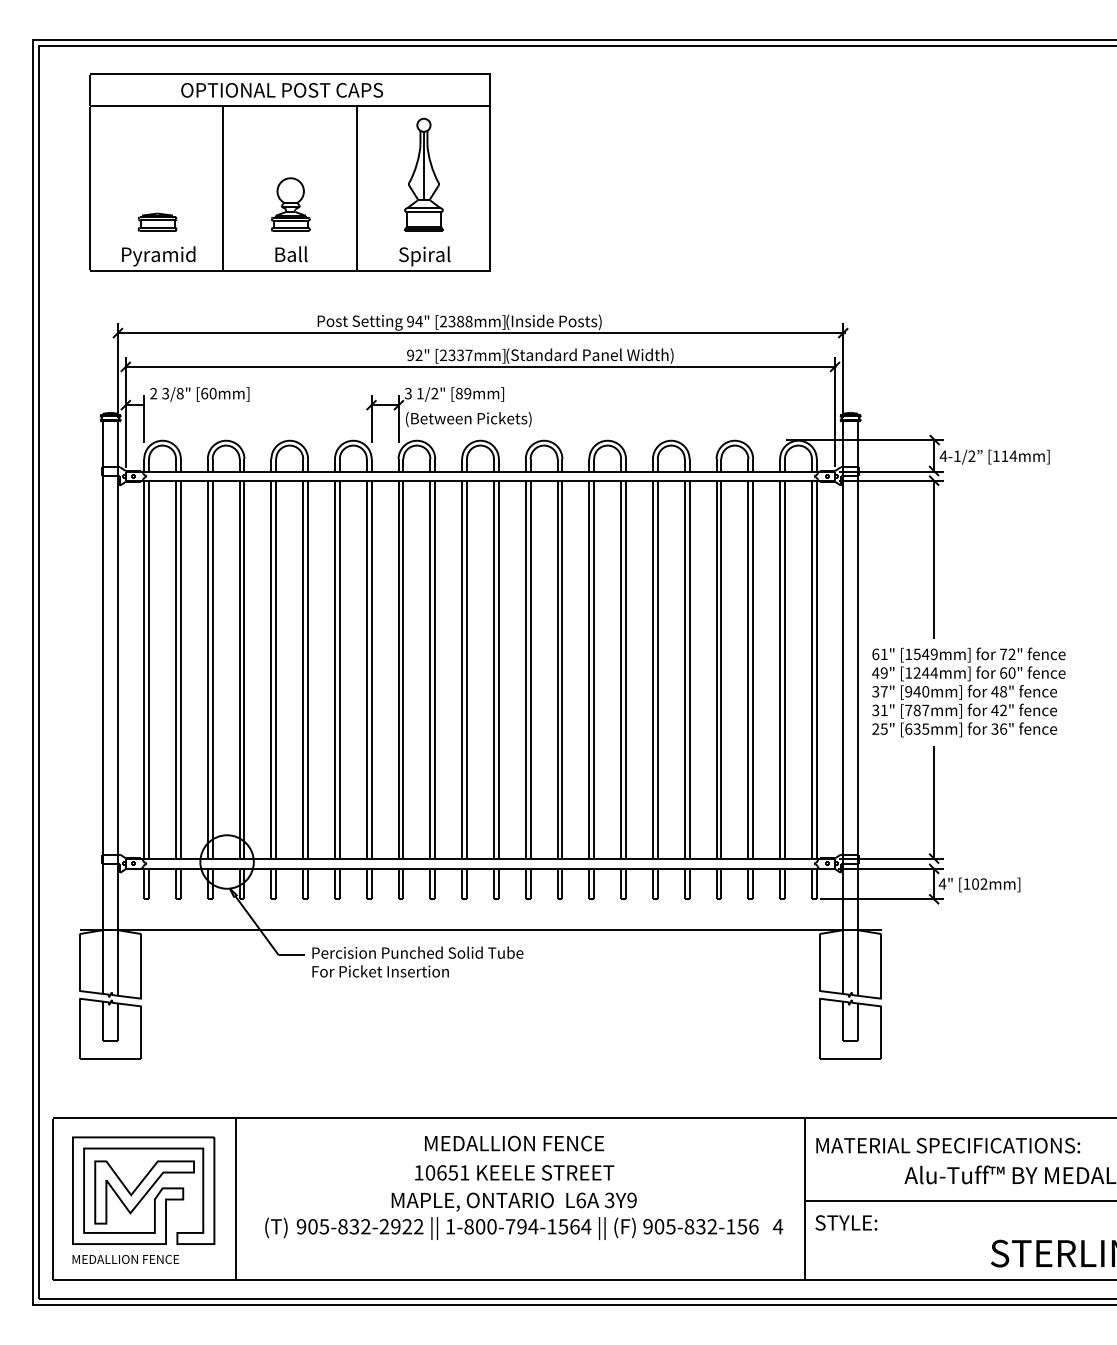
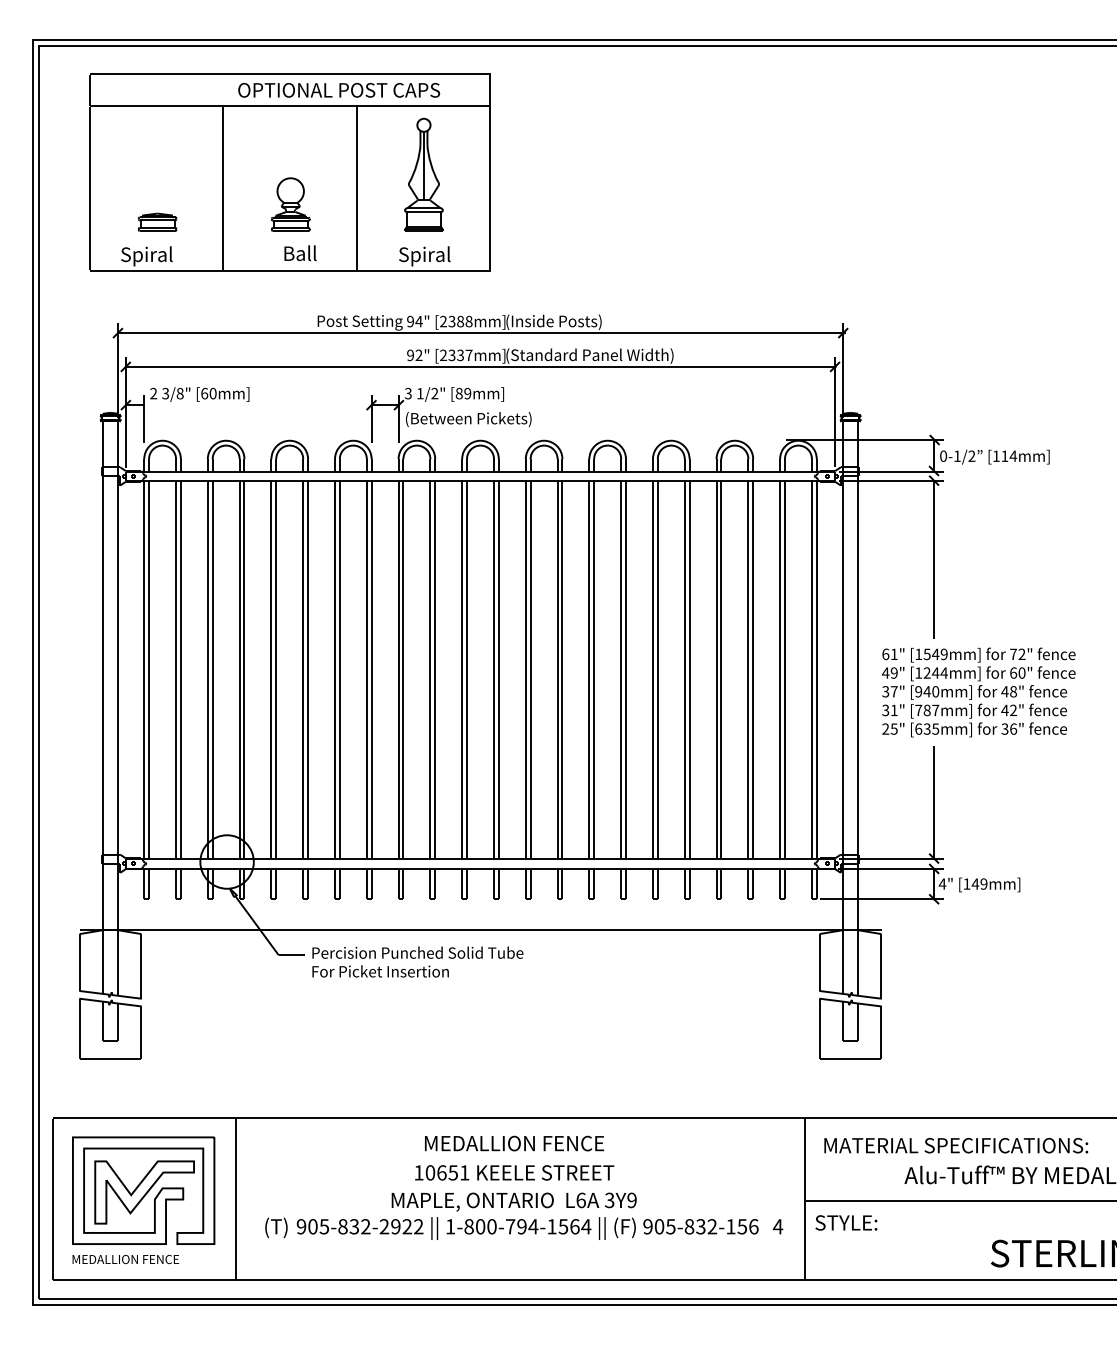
text at (282, 90) position: (282, 90) -> (339, 90)
text at (291, 254) position: (291, 254) -> (300, 253)
text at (158, 256): Pyramid -> Spiral
text at (943, 455): 4-1/2 -> 0-1/2
text at (968, 692) position: (968, 692) -> (978, 692)
text at (979, 883): [102mm] -> [149mm]
text at (948, 1145) position: (948, 1145) -> (956, 1145)
